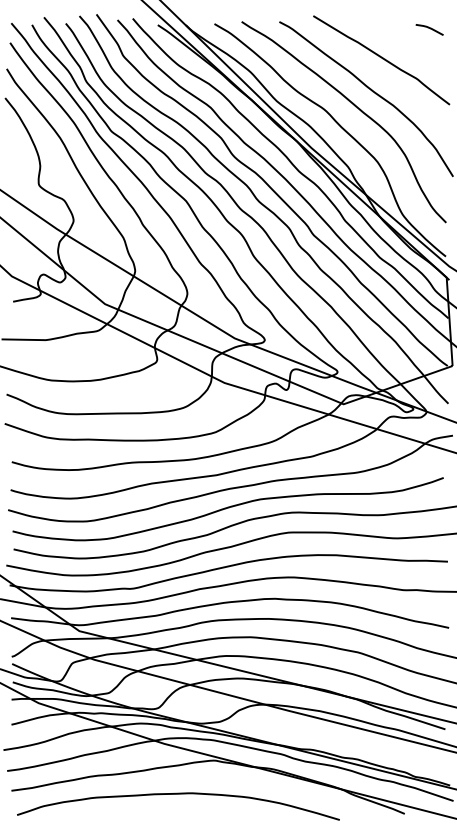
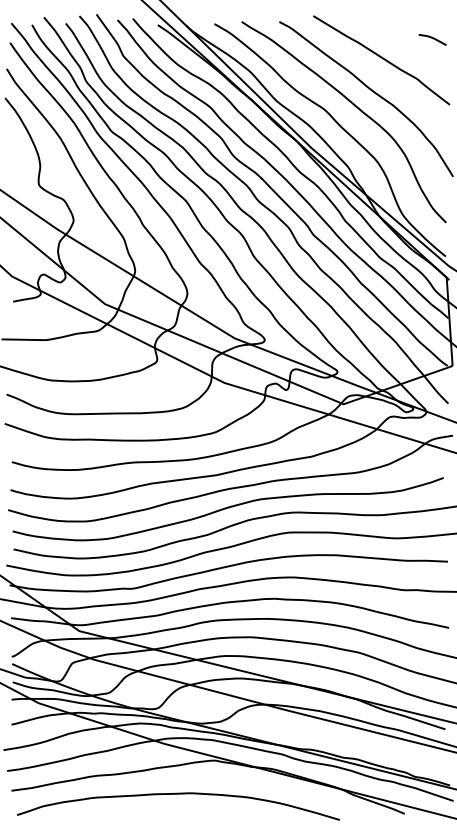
line at (429, 28) position: (429, 28) -> (432, 38)
